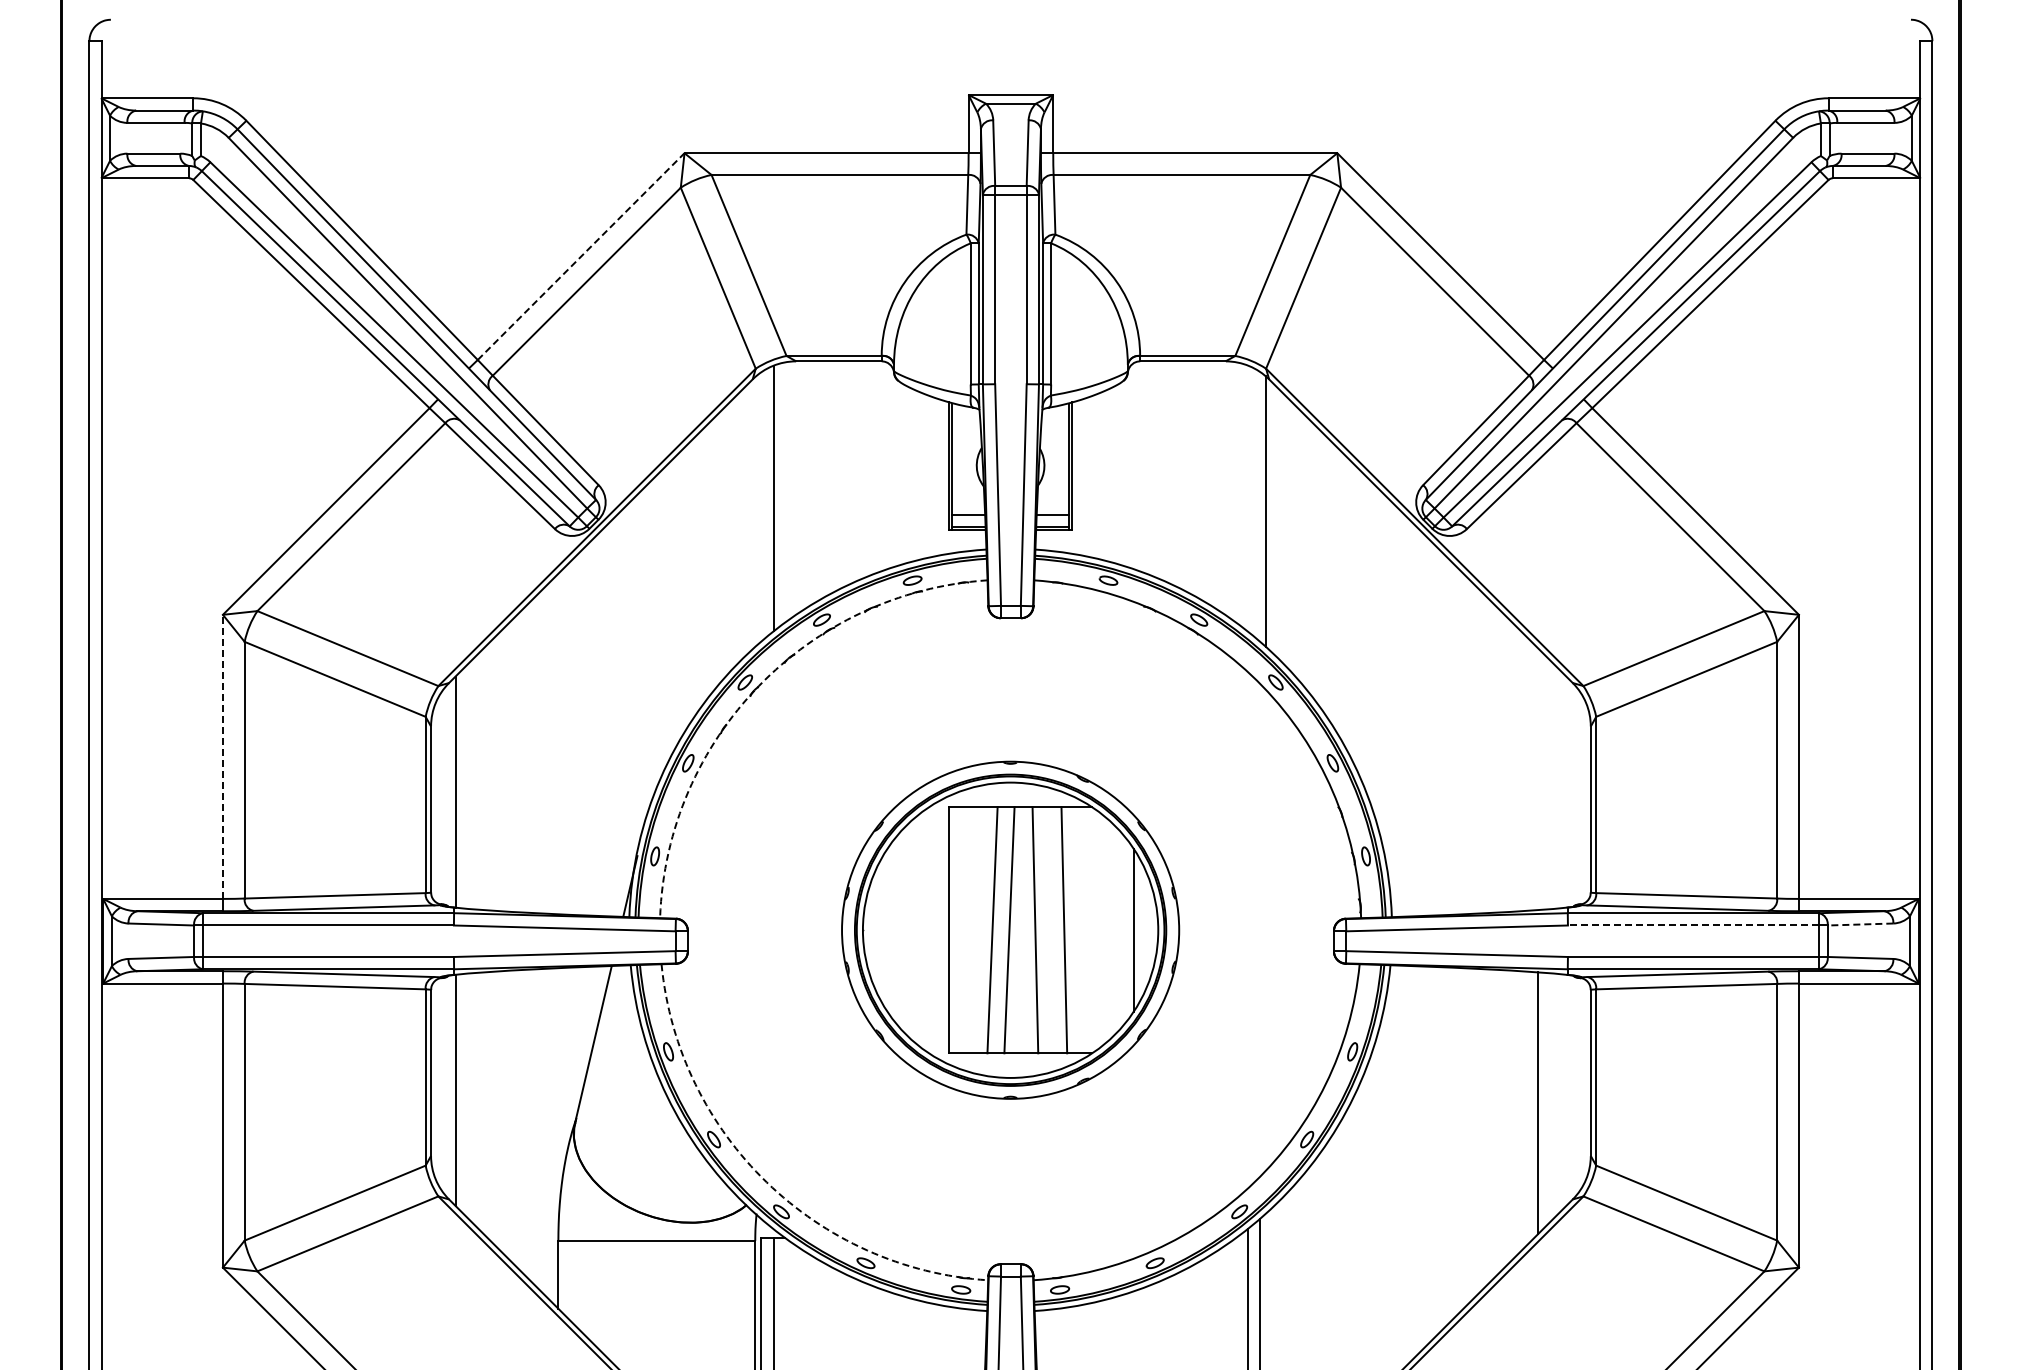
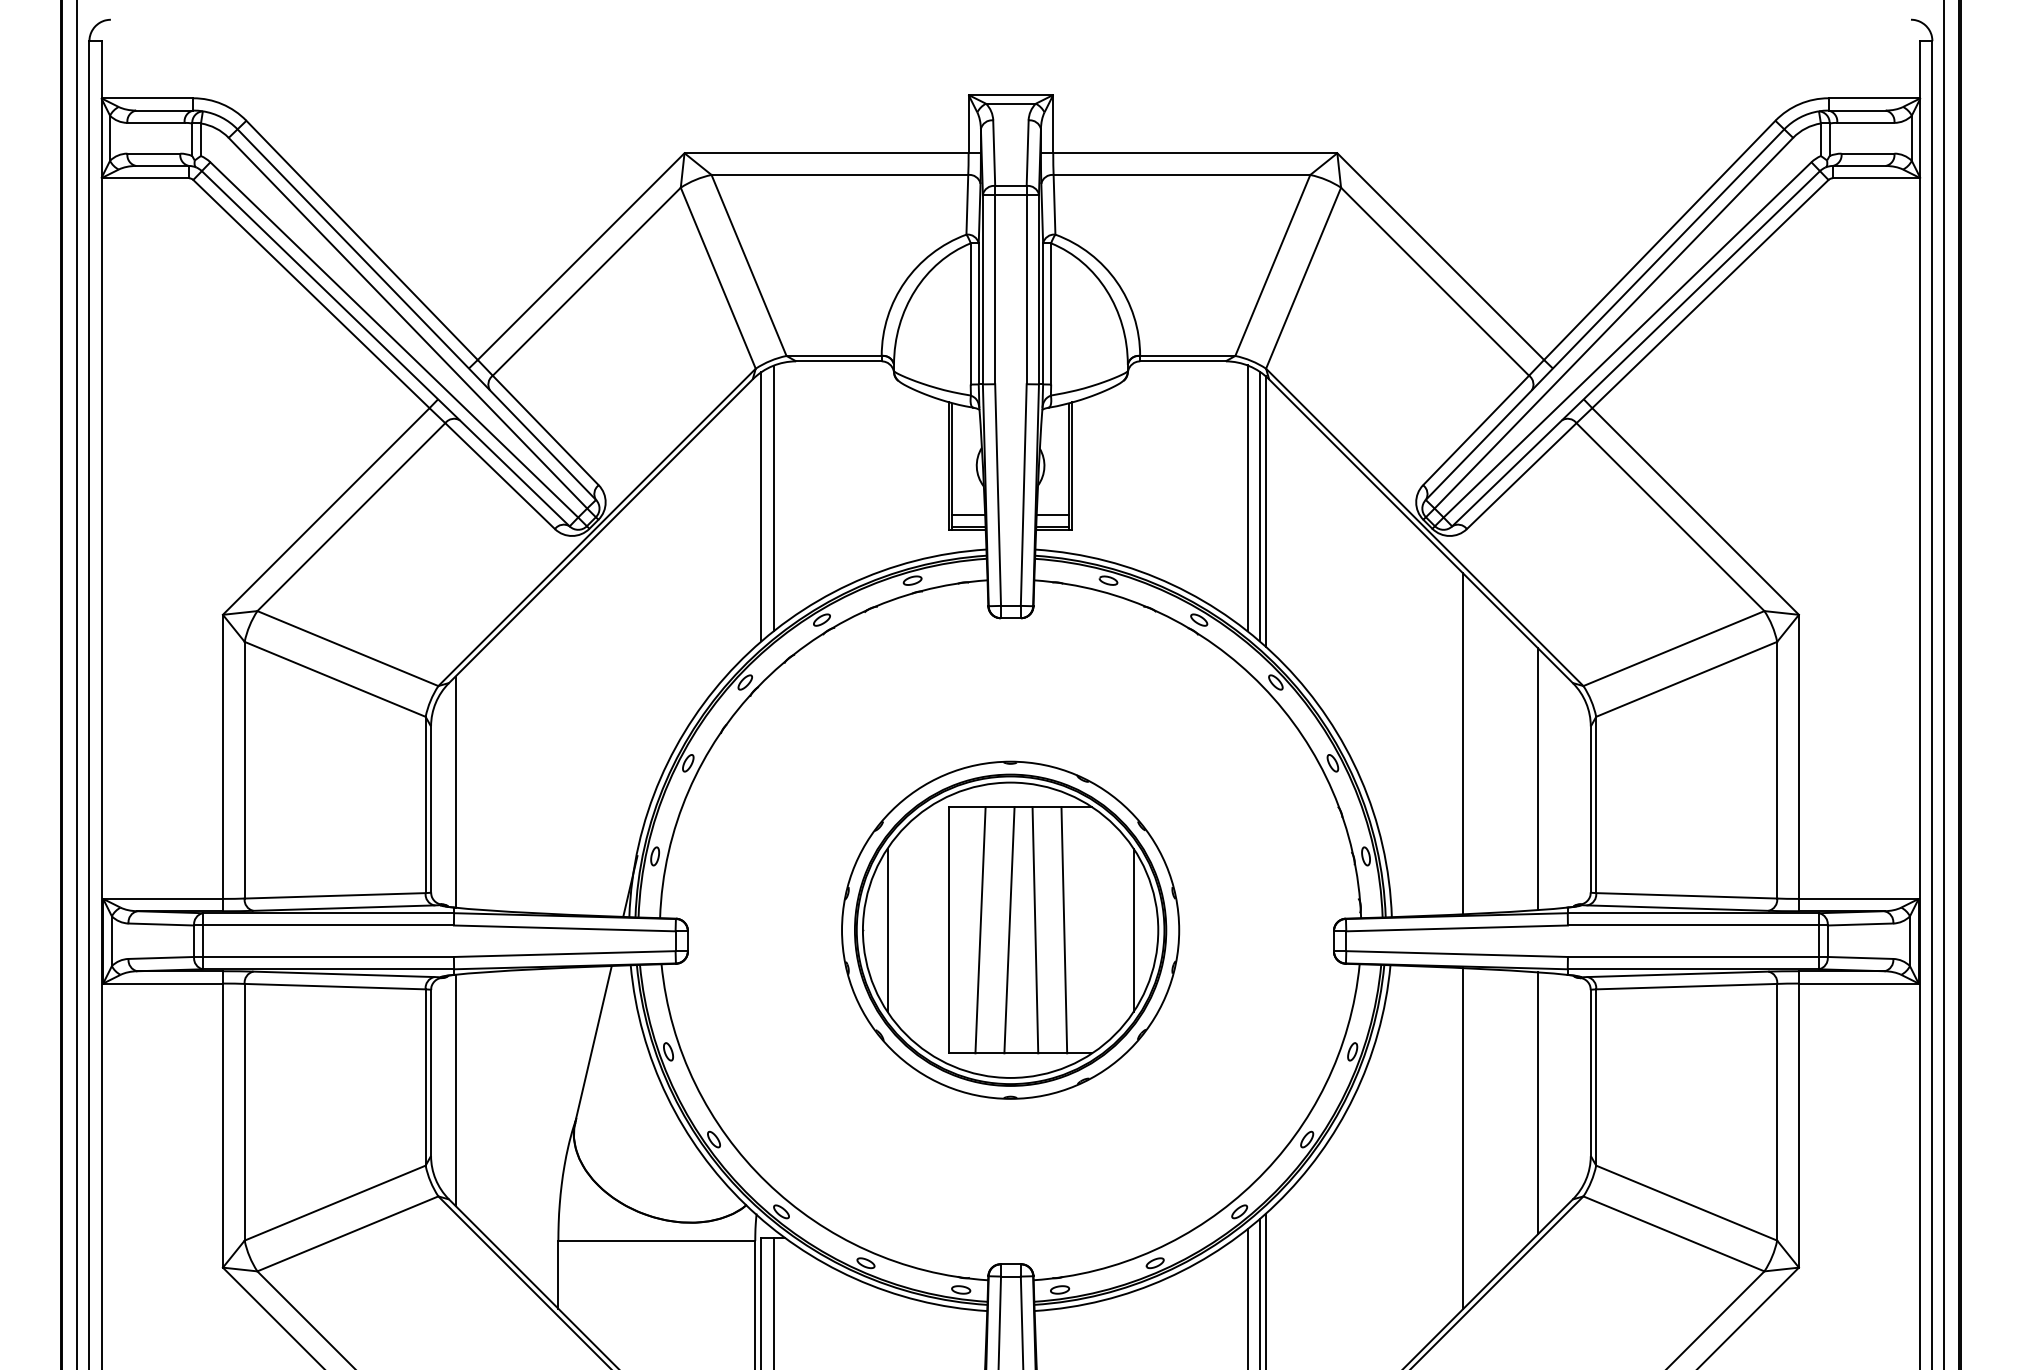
line at (581, 256): dashed -> solid
line at (1247, 498): none -> present
line at (761, 506): none -> present
line at (1259, 506): none -> present
line at (77, 684): none -> present
line at (1944, 684): none -> present
arc at (758, 686): dashed -> solid
line at (1462, 743): none -> present
line at (222, 756): dashed -> solid
line at (1538, 779): none -> present
line at (1860, 924): dashed -> solid
line at (1693, 925): dashed -> solid
line at (887, 929): none -> present
line at (992, 930) position: (992, 930) -> (980, 930)
line at (1462, 1138): none -> present
arc at (766, 1182): dashed -> solid
line at (1265, 1289): none -> present
